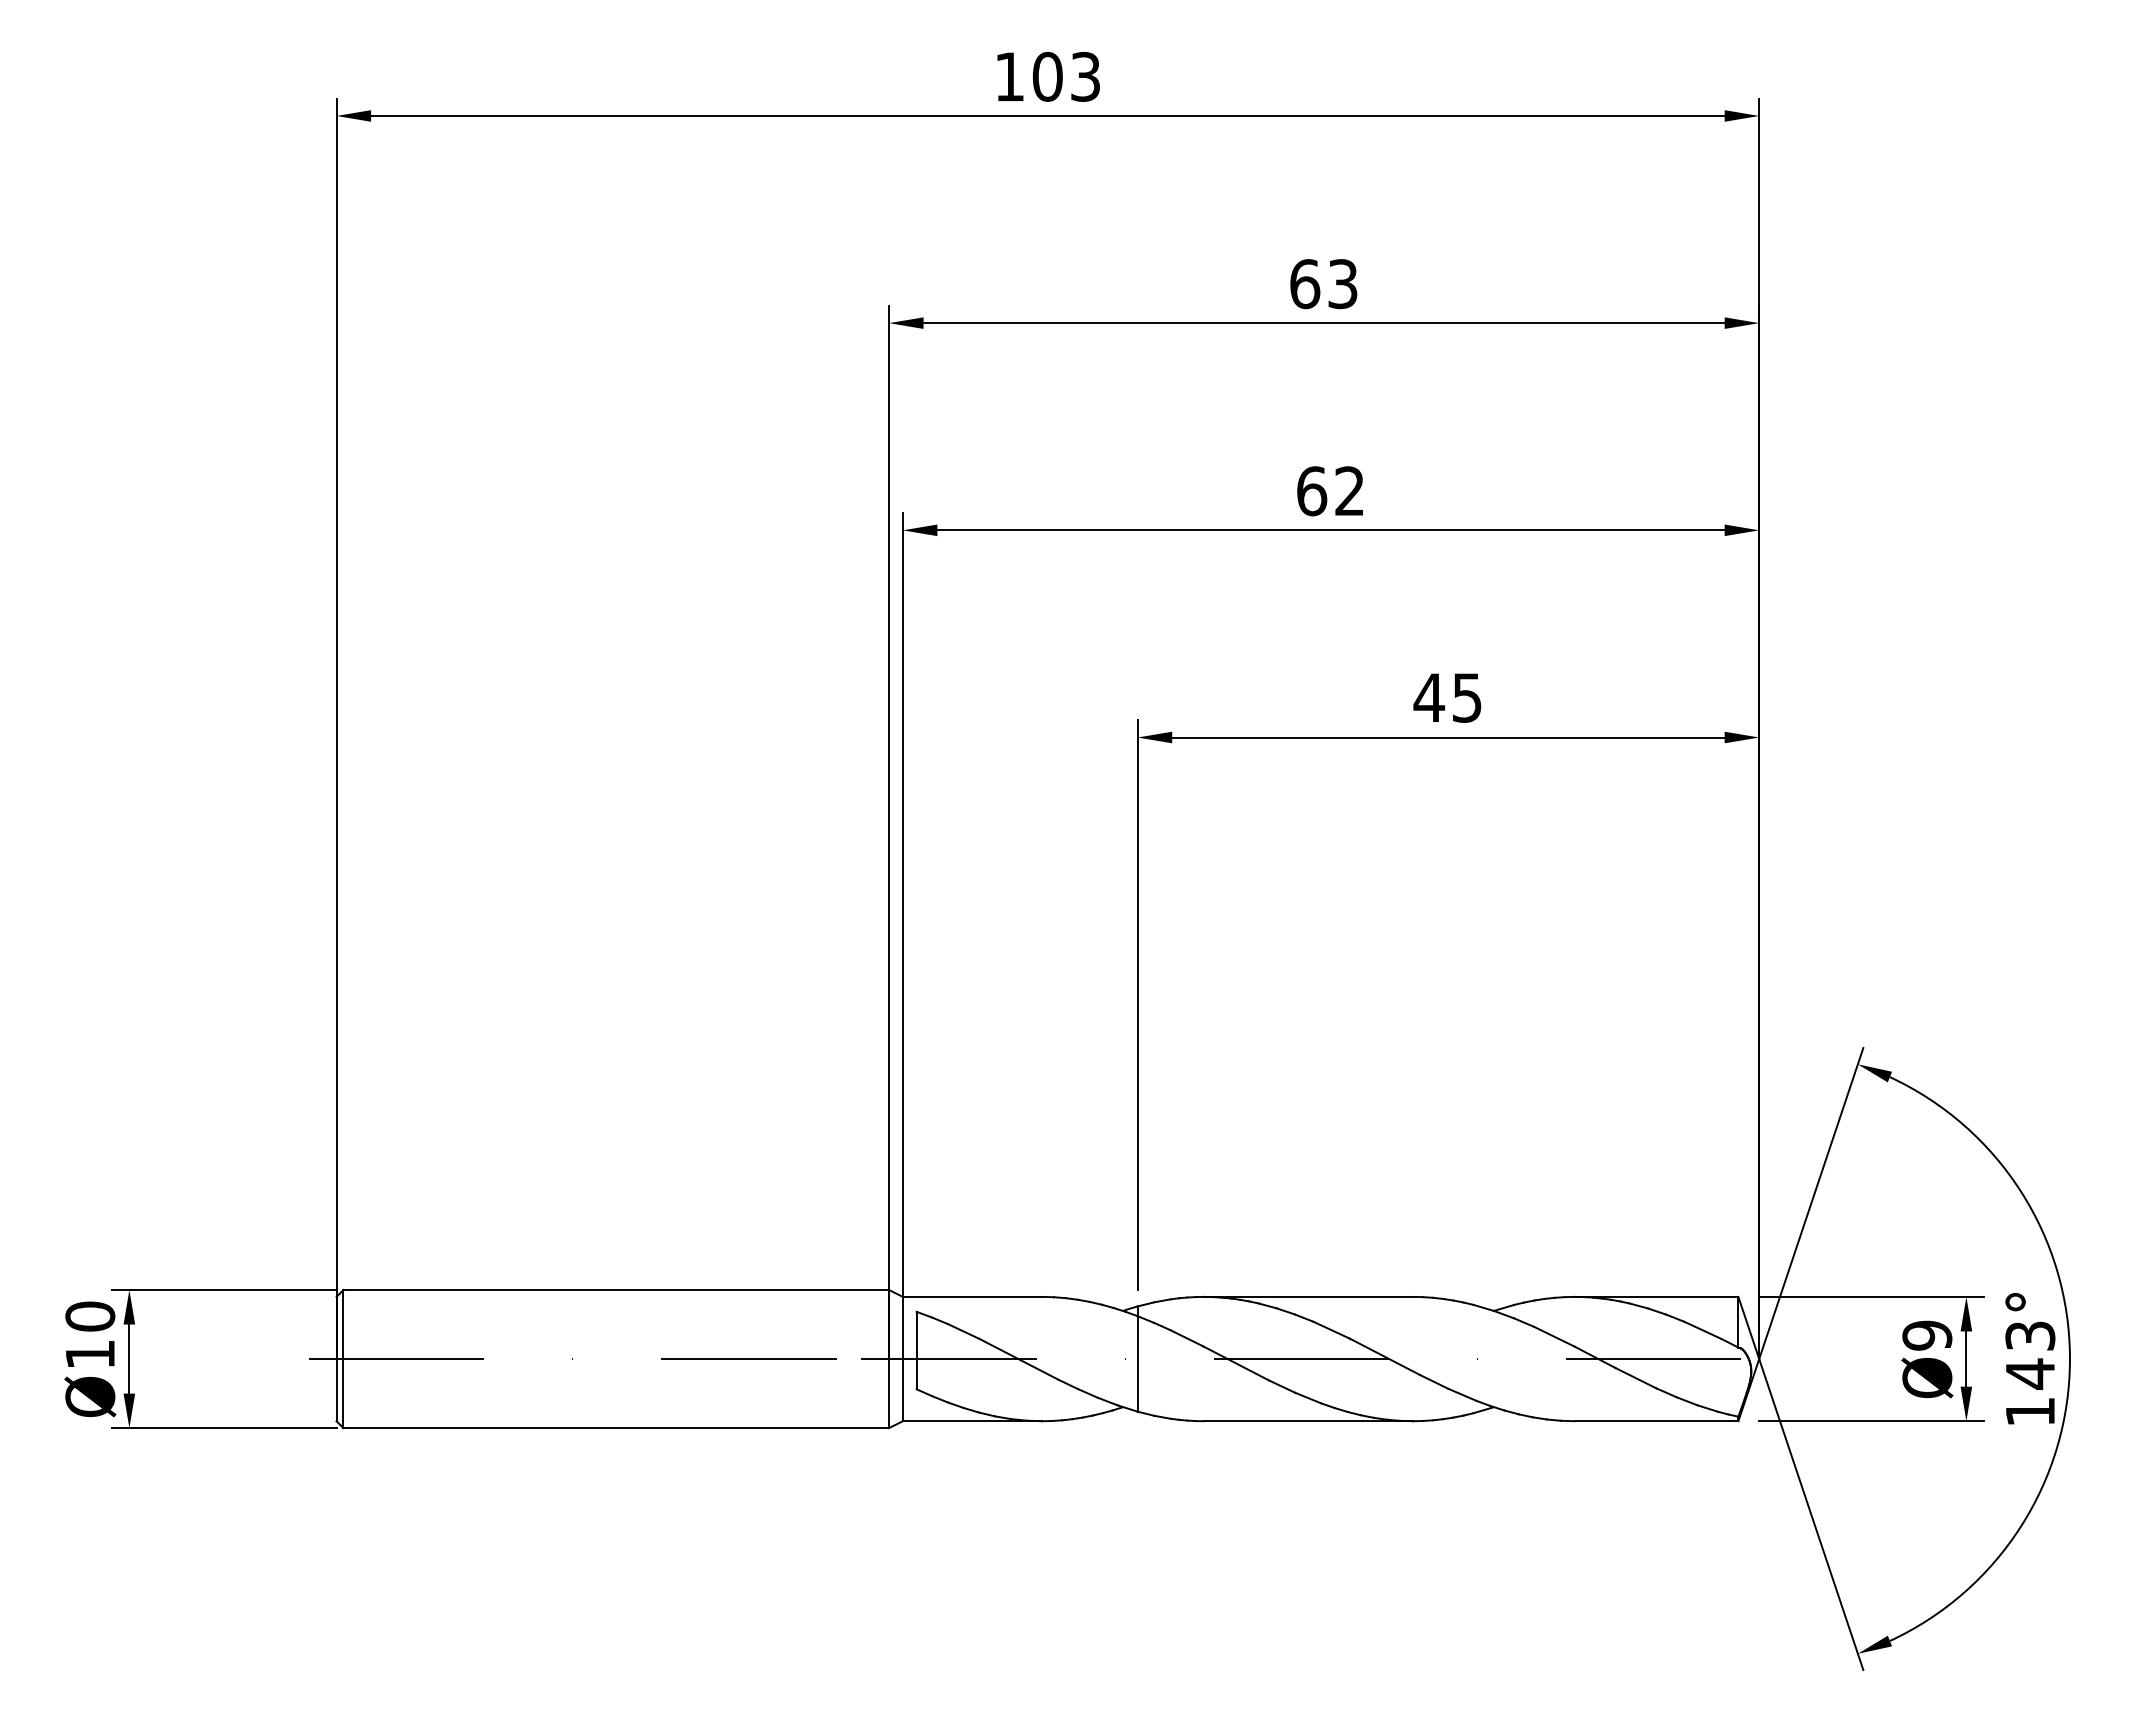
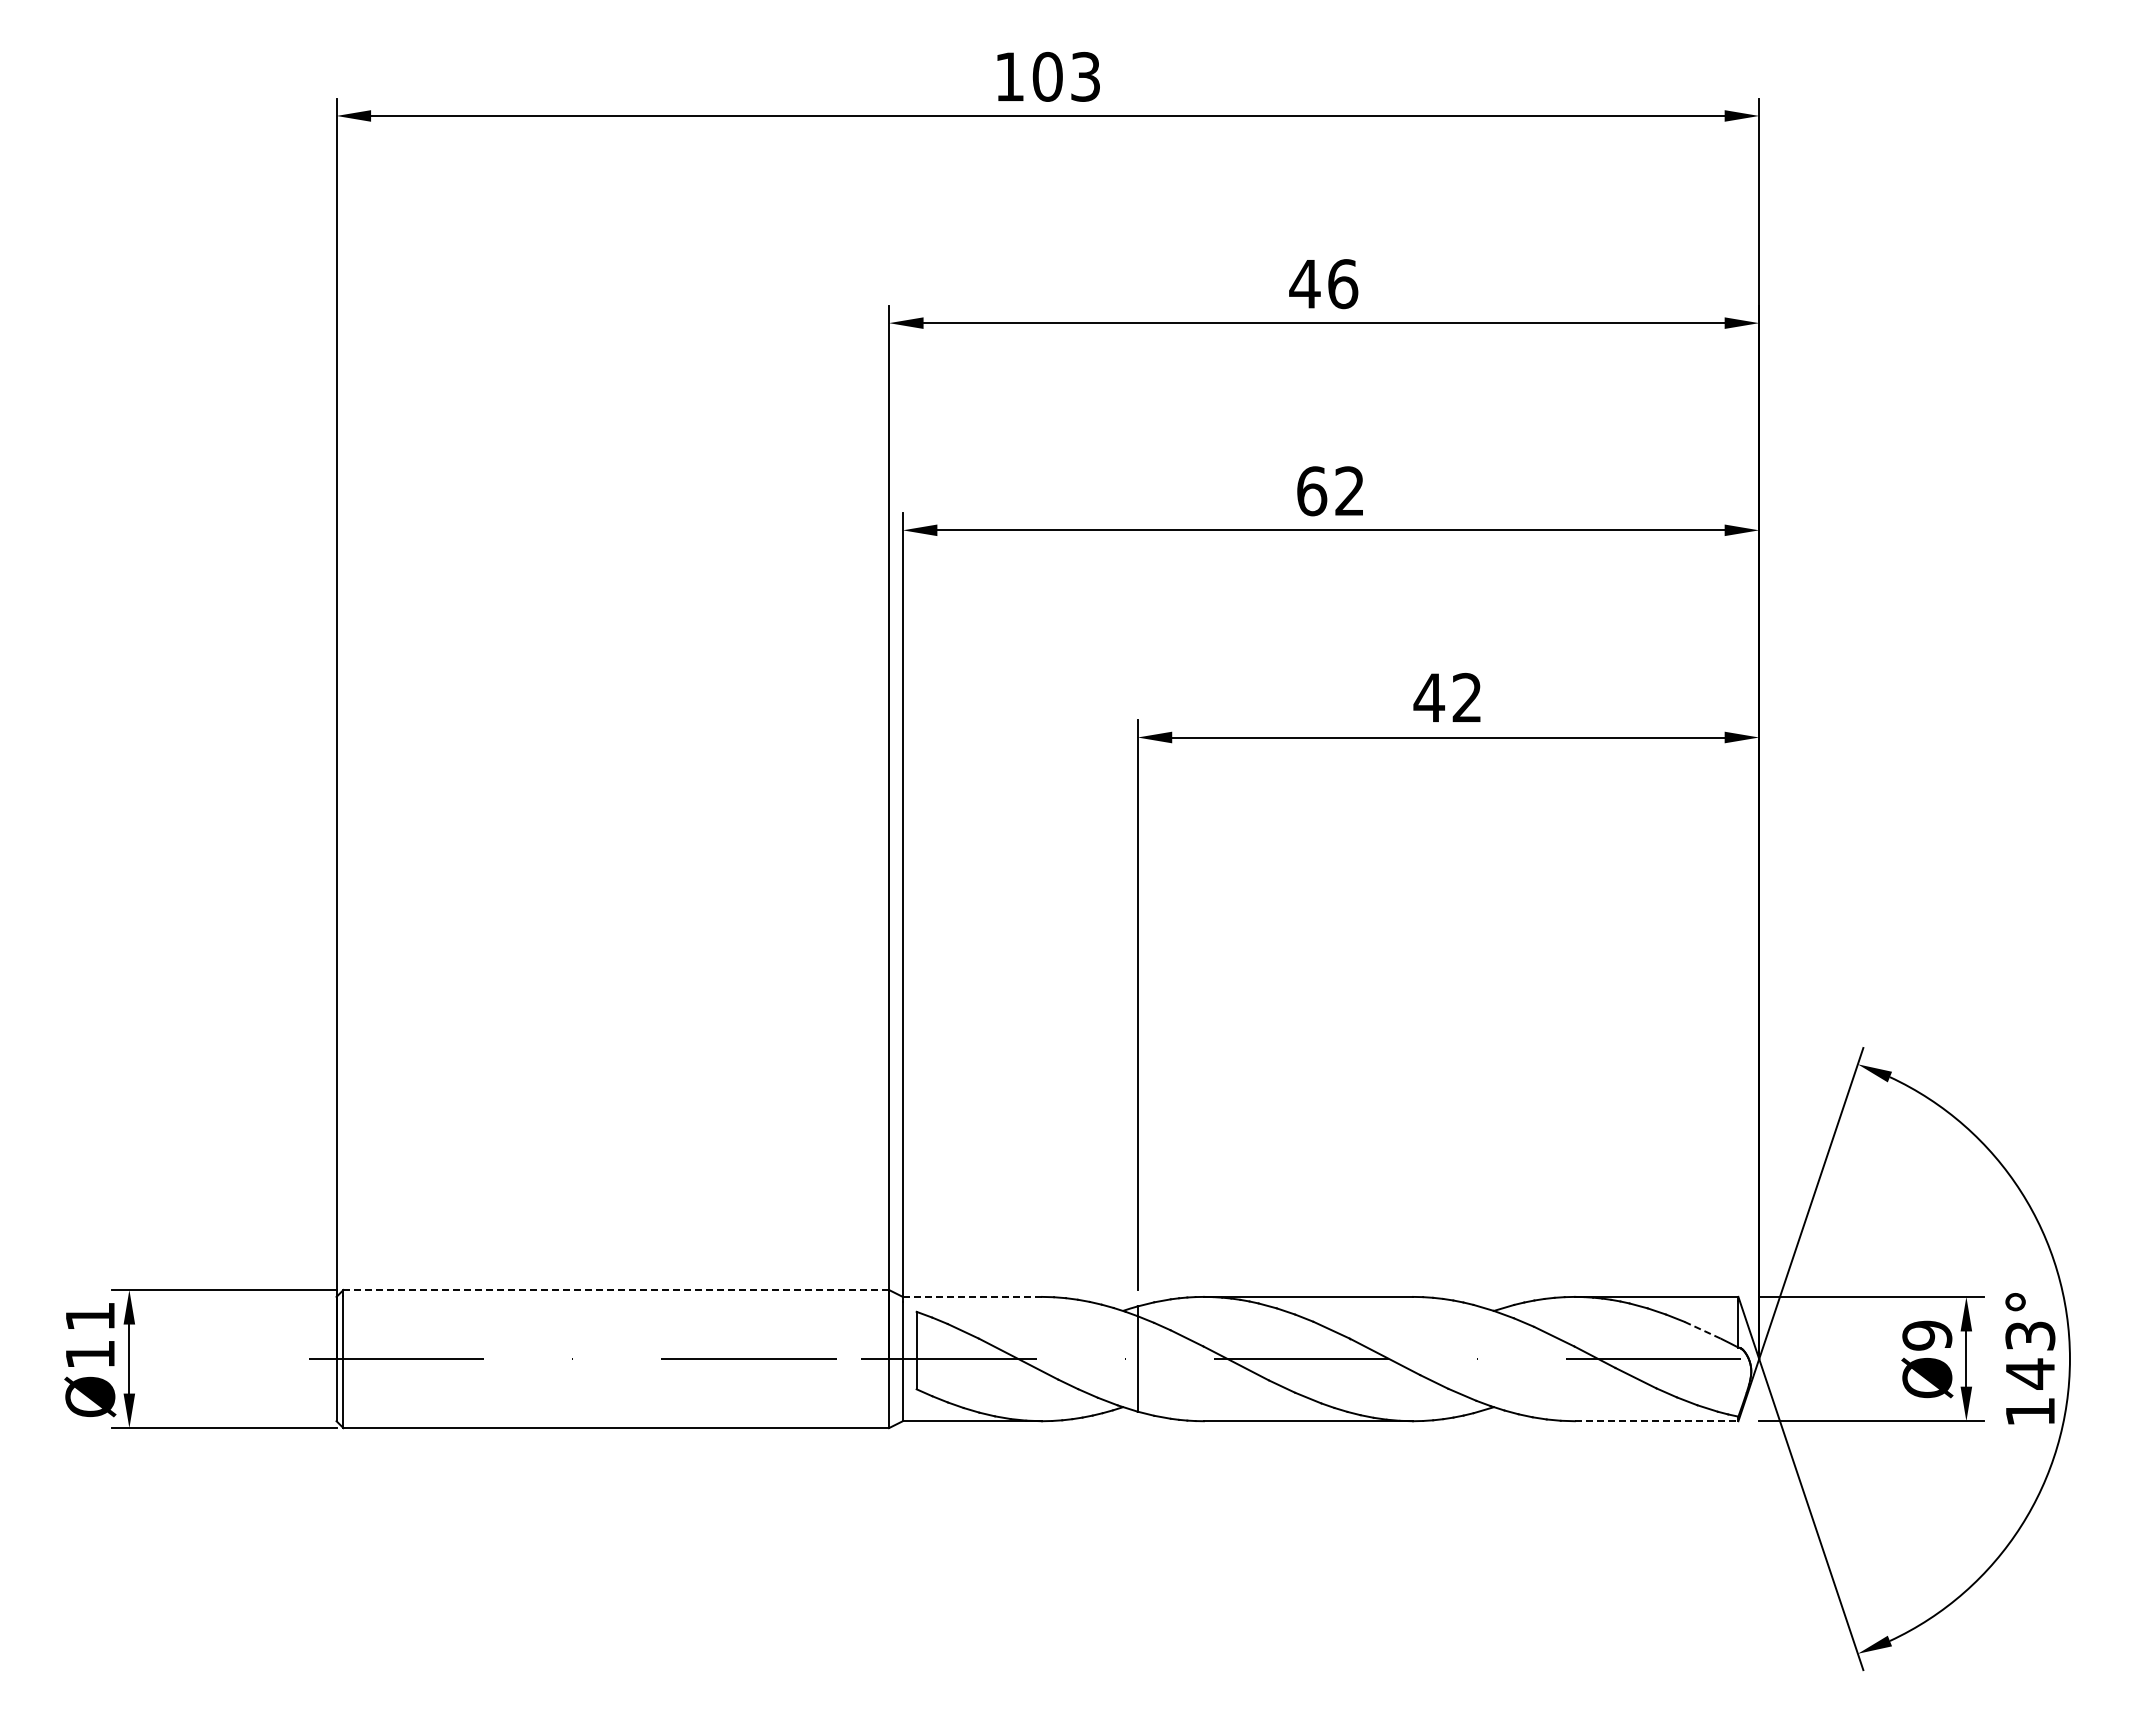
text at (1323, 284): 63 -> 46
text at (1466, 697): 45 -> 42
line at (616, 1290): solid -> dashed
line at (972, 1296): solid -> dashed
text at (90, 1316): Ø10 -> Ø11
line at (1702, 1329): solid -> dashed
line at (1656, 1421): solid -> dashed
